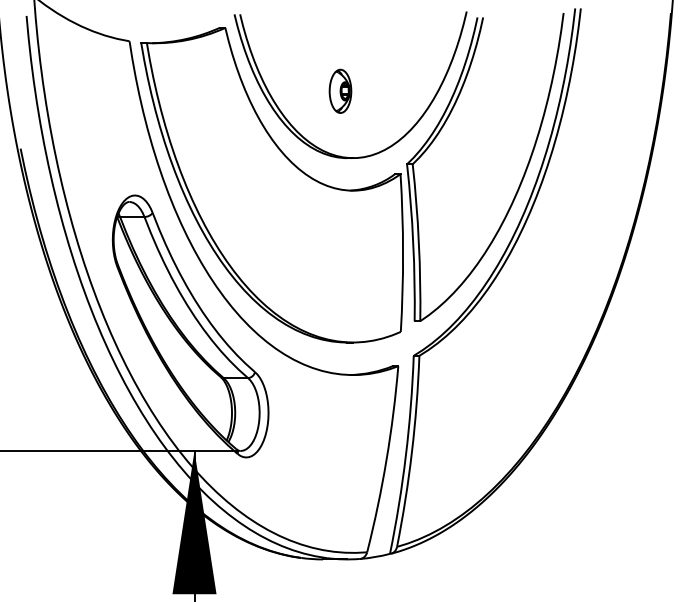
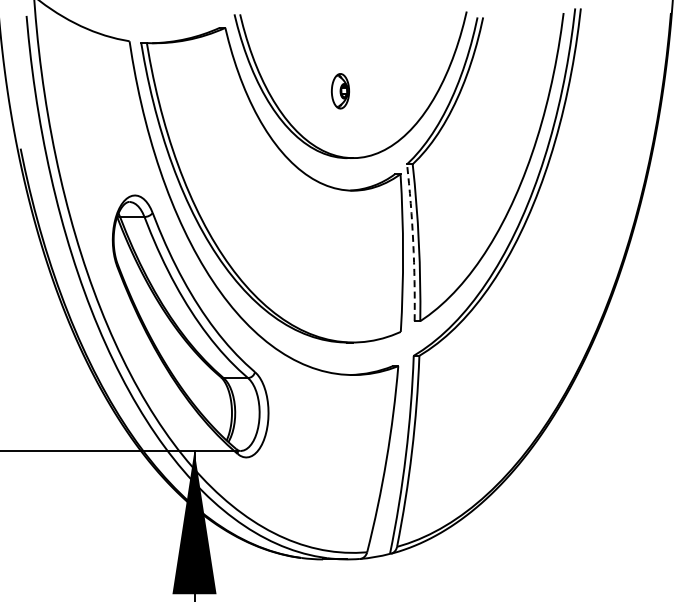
part at (340, 90) size: 25x46 px -> 19x37 px
arc at (413, 242): solid -> dashed
